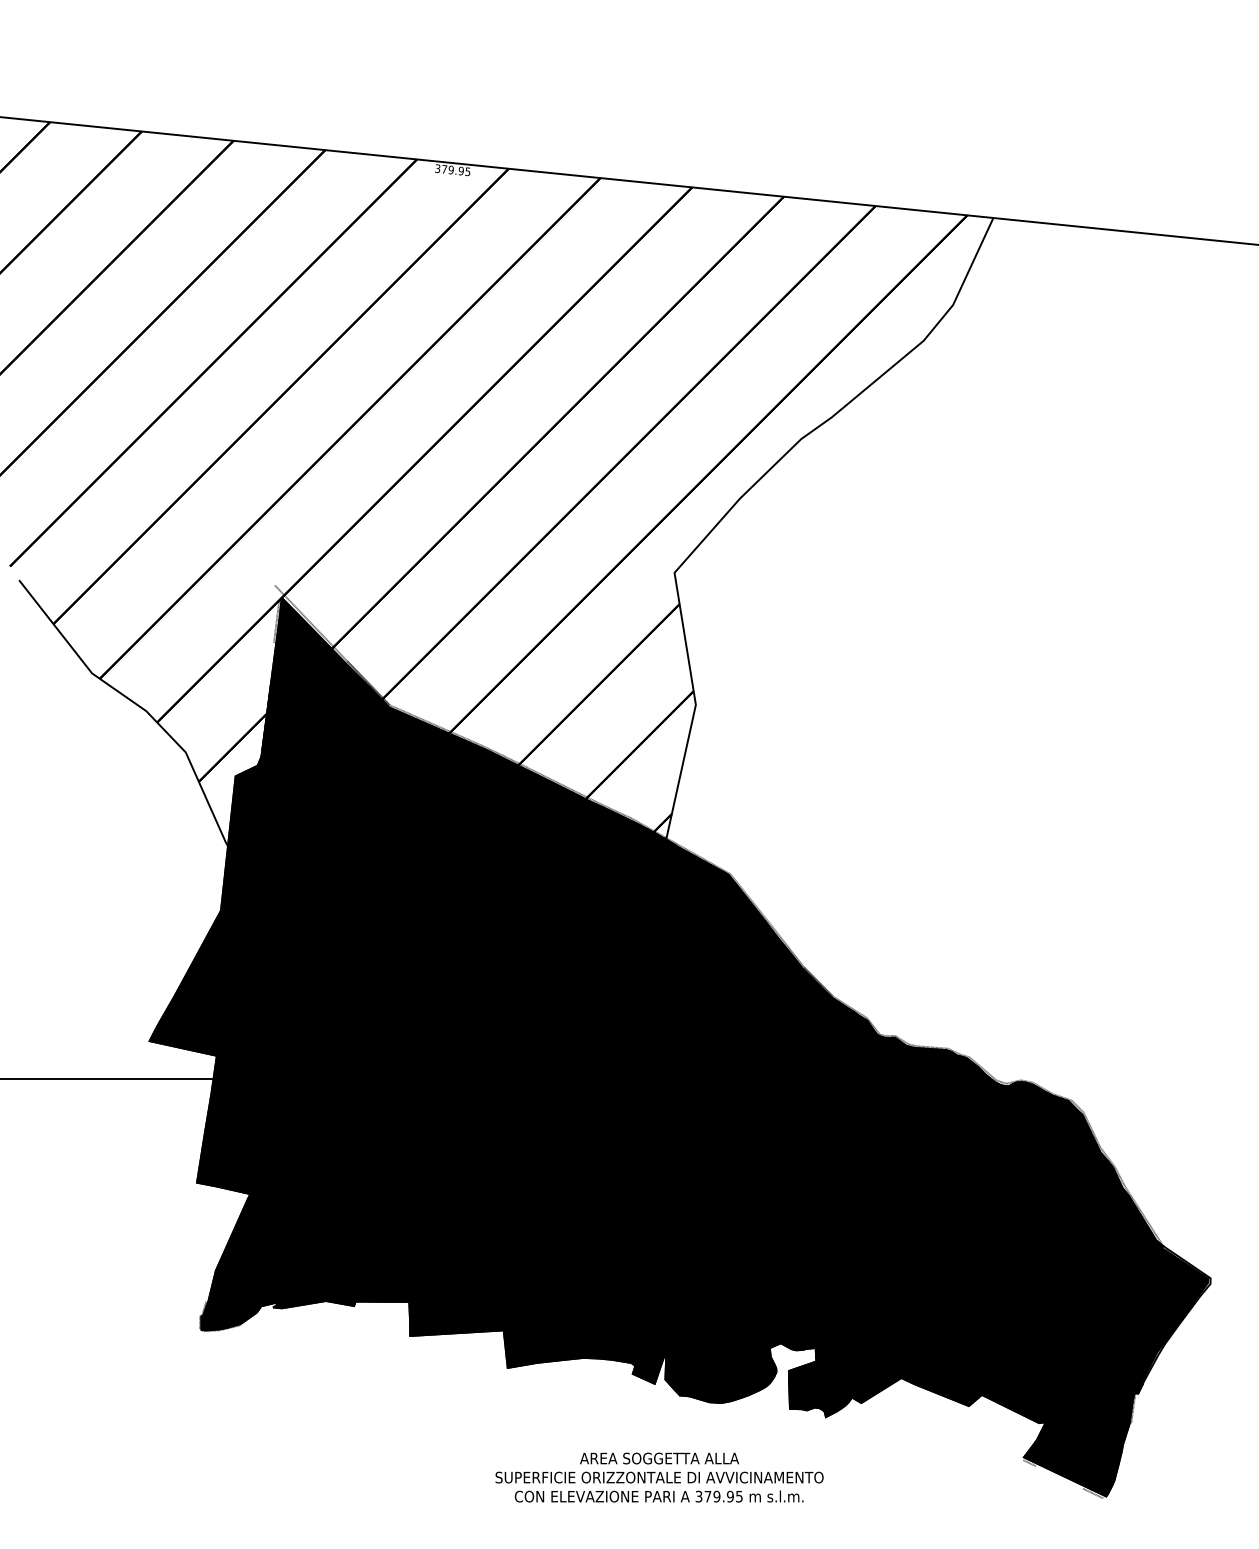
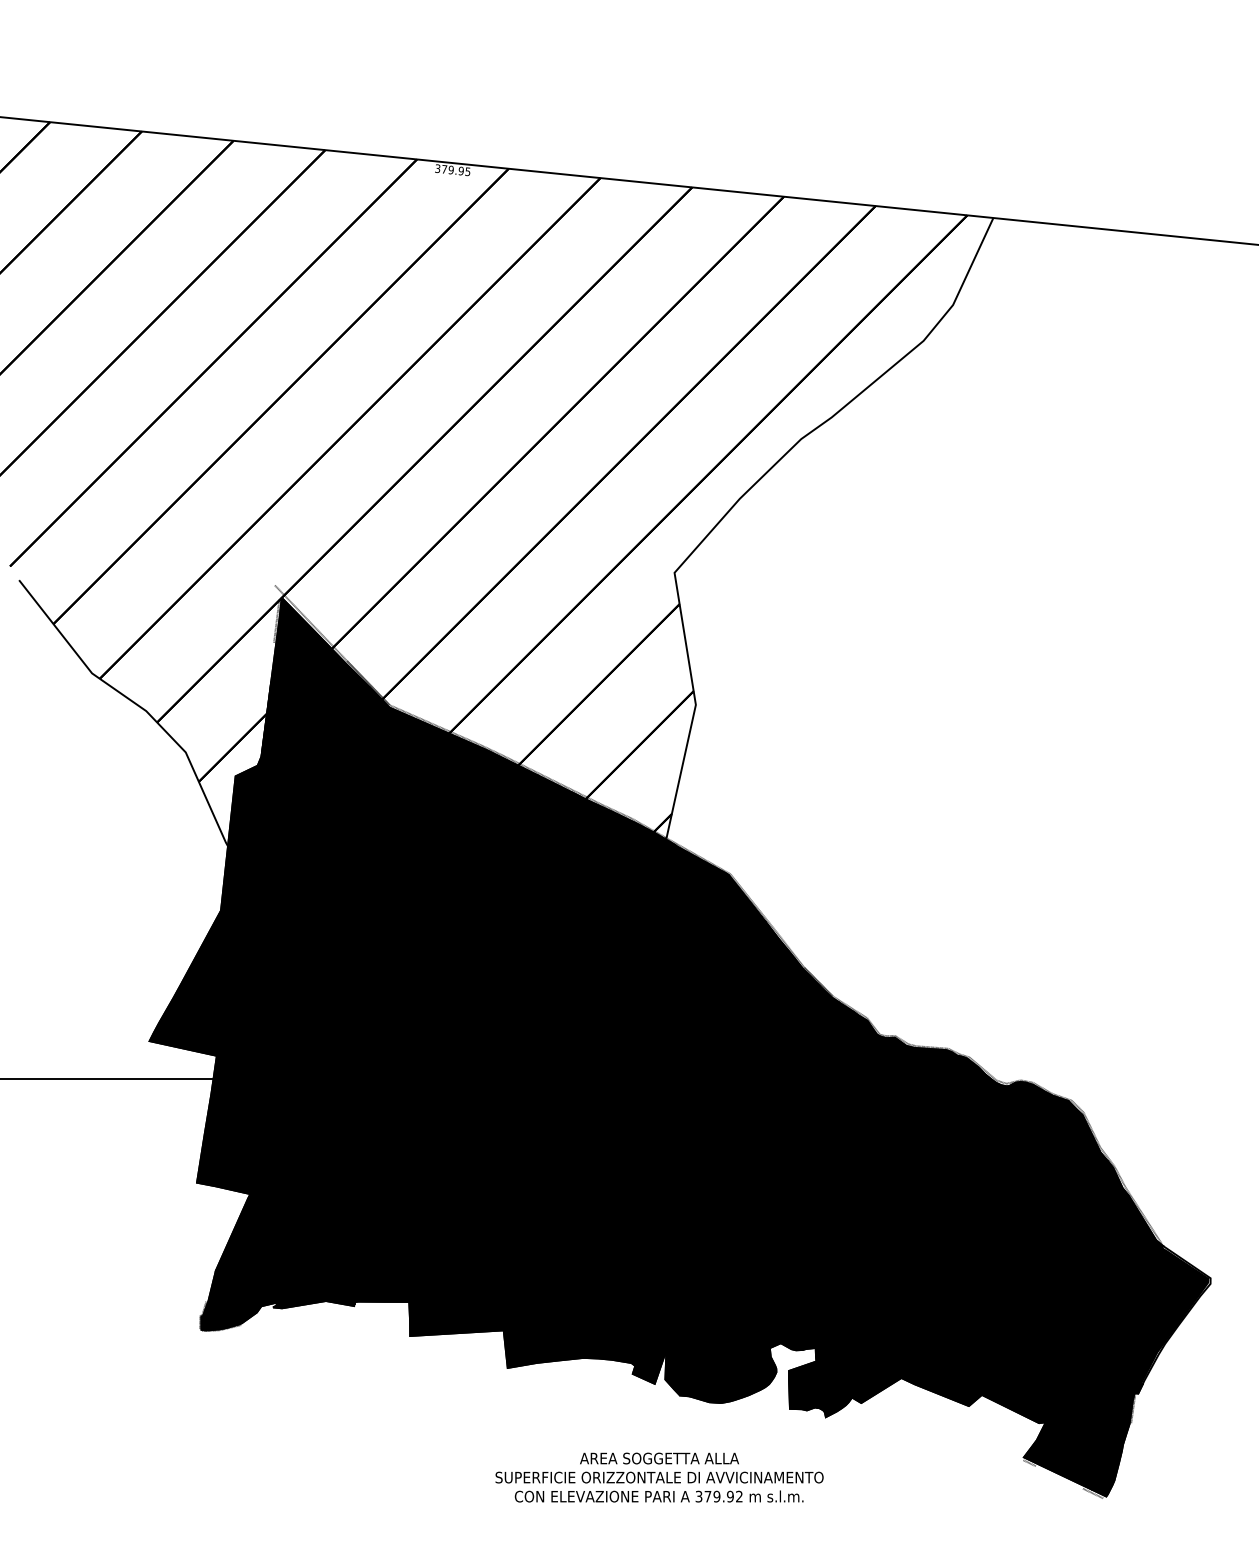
text at (739, 1496): 379.95 -> 379.92
